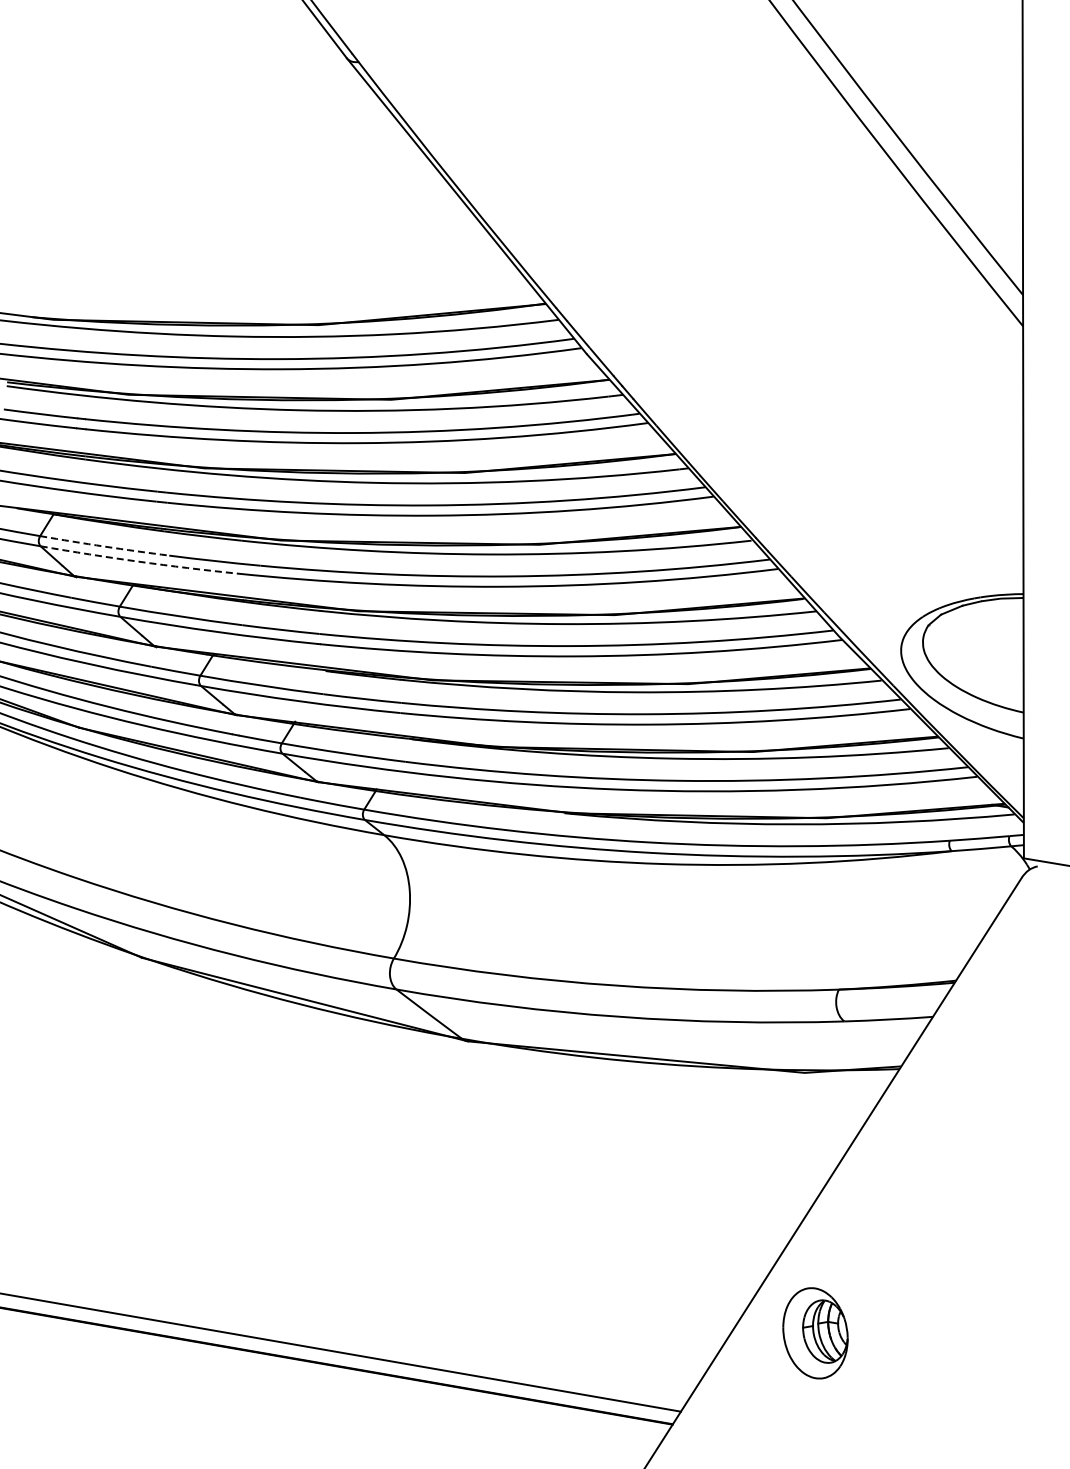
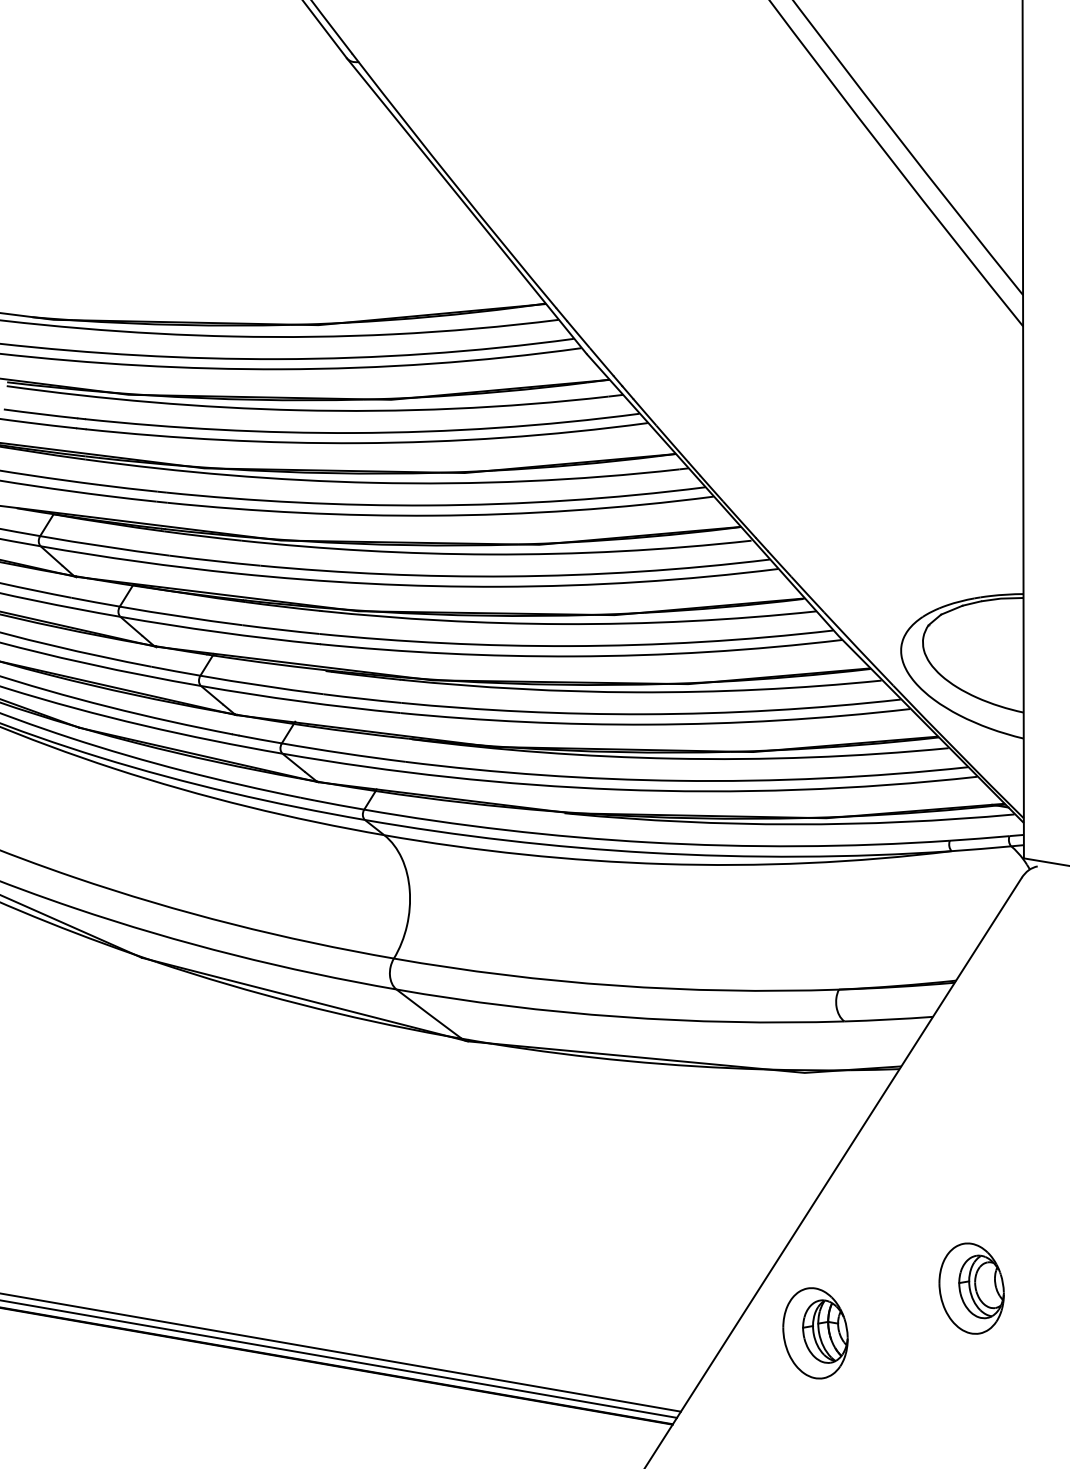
arc at (104, 546): dashed -> solid
arc at (138, 561): dashed -> solid
part at (971, 1288): none -> present
line at (339, 1358): none -> present
